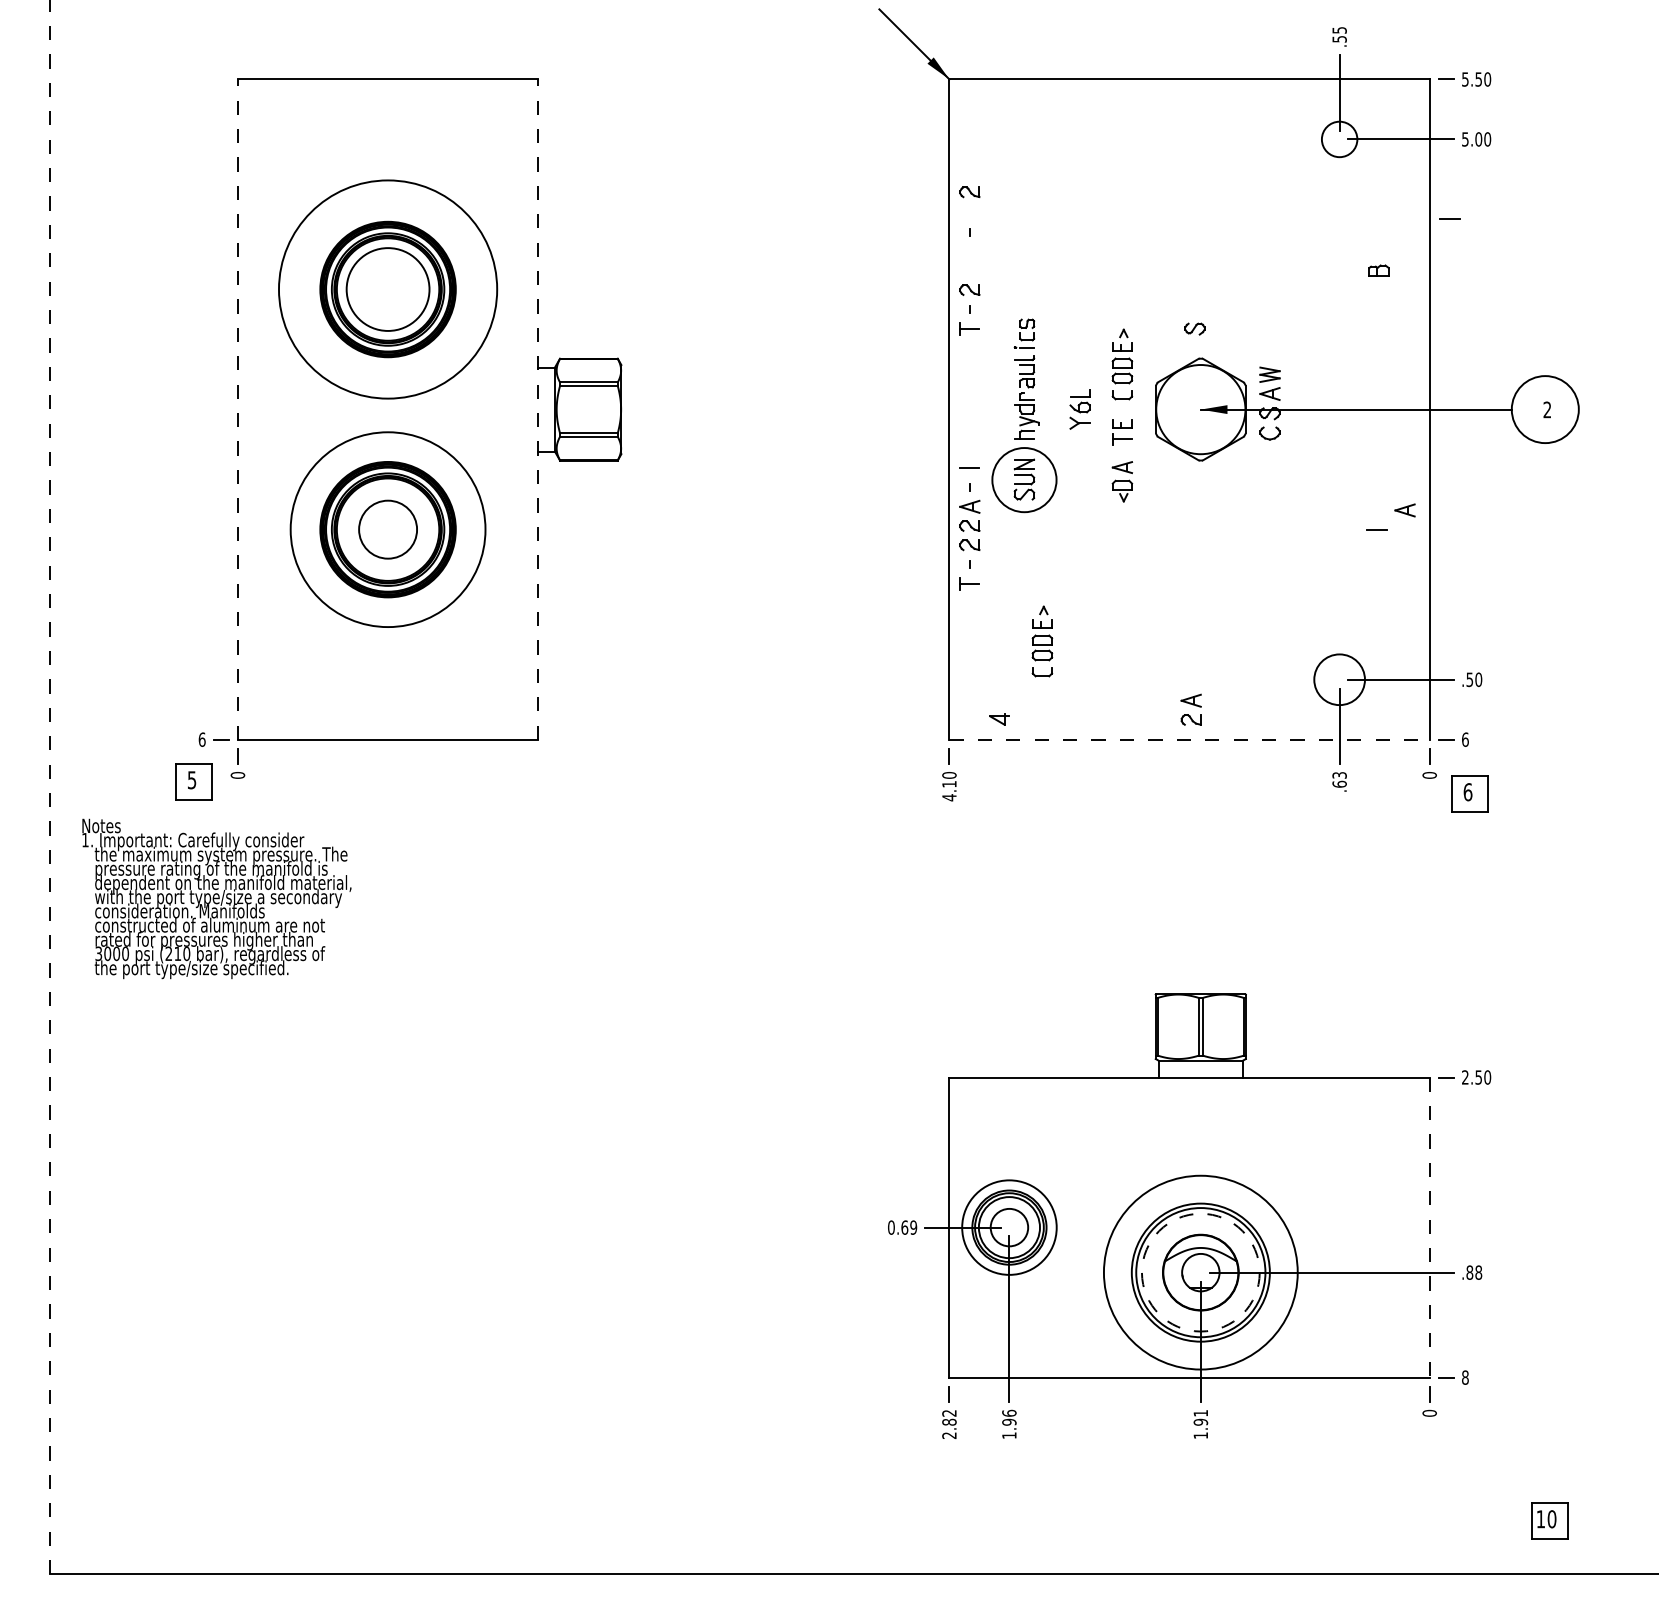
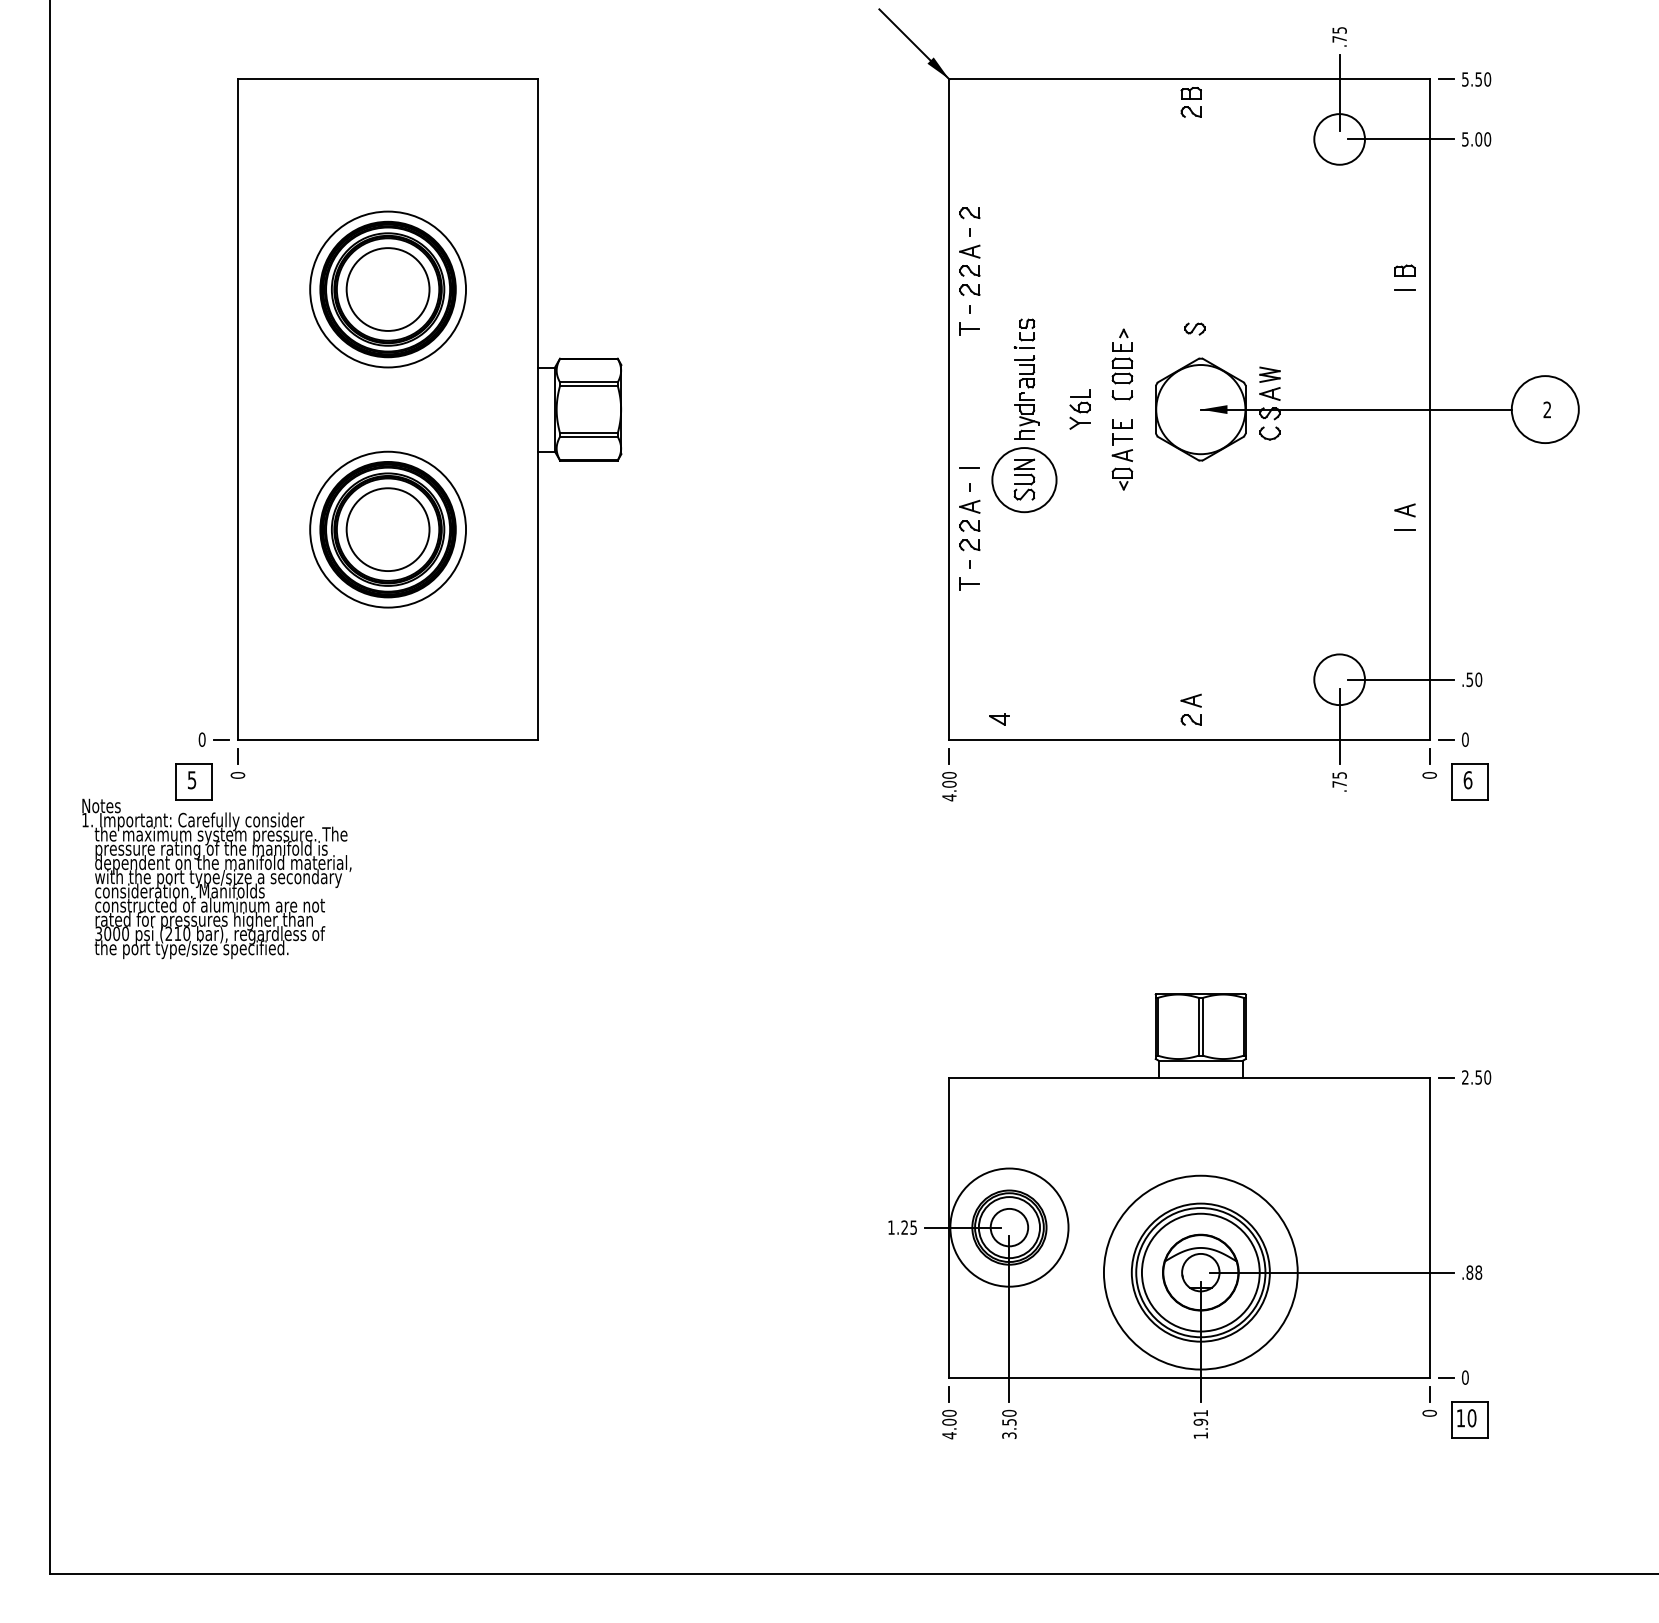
text at (1339, 39): .55 -> .75
part at (1190, 102): none -> present
circle at (1339, 139) diameter: 35 px -> 51 px
part at (969, 192) position: (969, 192) -> (969, 213)
line at (1449, 218) position: (1449, 218) -> (1404, 289)
part at (969, 260): none -> present
part at (1378, 270) position: (1378, 270) -> (1404, 270)
circle at (388, 289) diameter: 218 px -> 156 px
line at (238, 409): dashed -> solid
line at (538, 409): dashed -> solid
part at (1122, 481) position: (1122, 481) -> (1122, 469)
circle at (387, 529) diameter: 195 px -> 156 px
circle at (388, 529) diameter: 58 px -> 83 px
line at (1376, 529) position: (1376, 529) -> (1404, 529)
part at (1042, 641): present -> none
text at (201, 739): 6 -> 0
line at (1190, 739): dashed -> solid
text at (1465, 739): 6 -> 0
text at (1339, 779): .63 -> .75
text at (949, 783): 4.10 -> 4.00
line at (49, 787): dashed -> solid
part at (1469, 793) position: (1469, 793) -> (1469, 781)
text at (216, 898) position: (216, 898) -> (216, 878)
text at (902, 1227): 0.69 -> 1.25
circle at (1009, 1227) diameter: 95 px -> 118 px
line at (1429, 1228): dashed -> solid
circle at (1200, 1272): dashed -> solid
text at (1465, 1377): 8 -> 0
text at (1009, 1423): 1.96 -> 3.50
text at (949, 1424): 2.82 -> 4.00
part at (1549, 1520) position: (1549, 1520) -> (1469, 1419)
